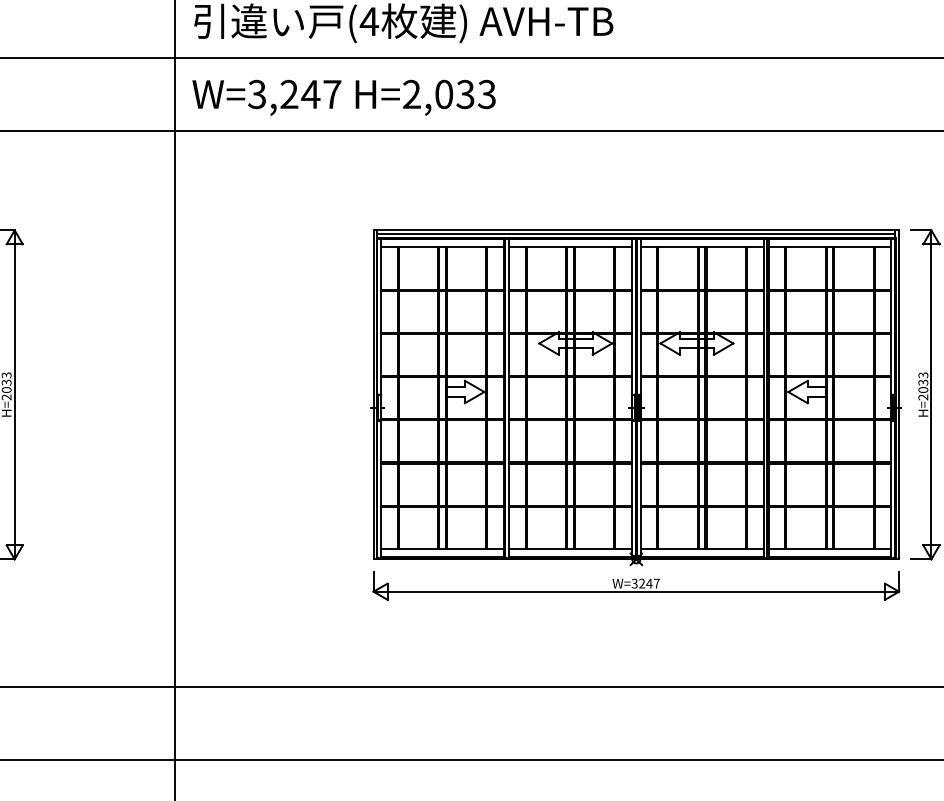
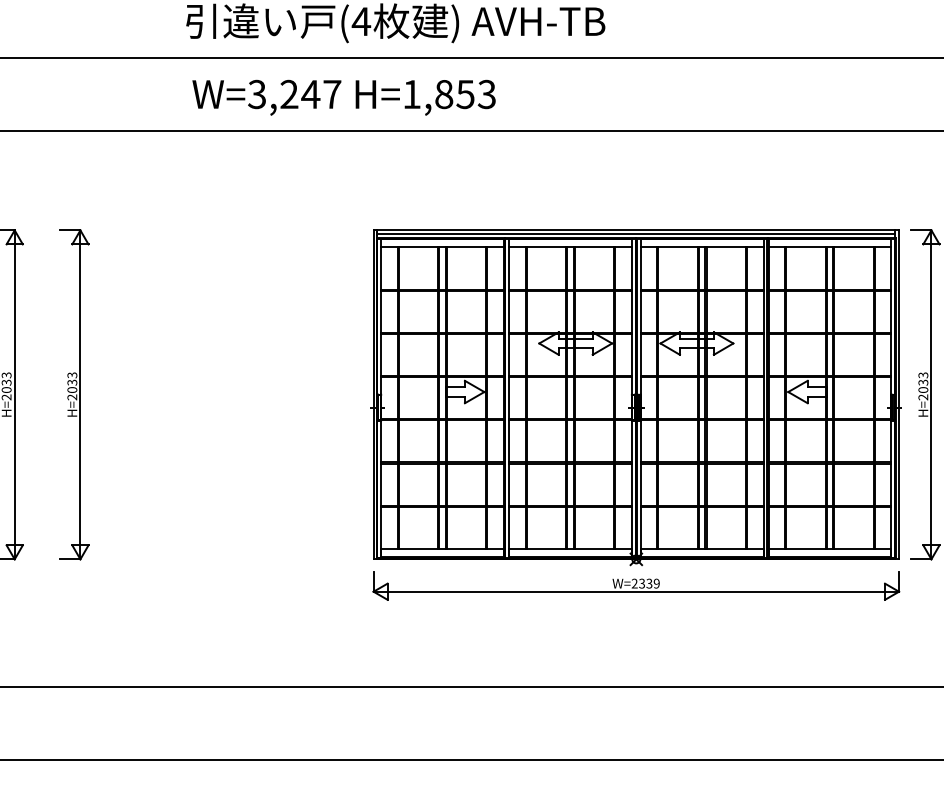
text at (403, 23) position: (403, 23) -> (395, 23)
text at (438, 93): H=2,033 -> H=1,853
part at (74, 394): none -> present
line at (175, 399): present -> none
text at (645, 583): W=3247 -> W=2339
